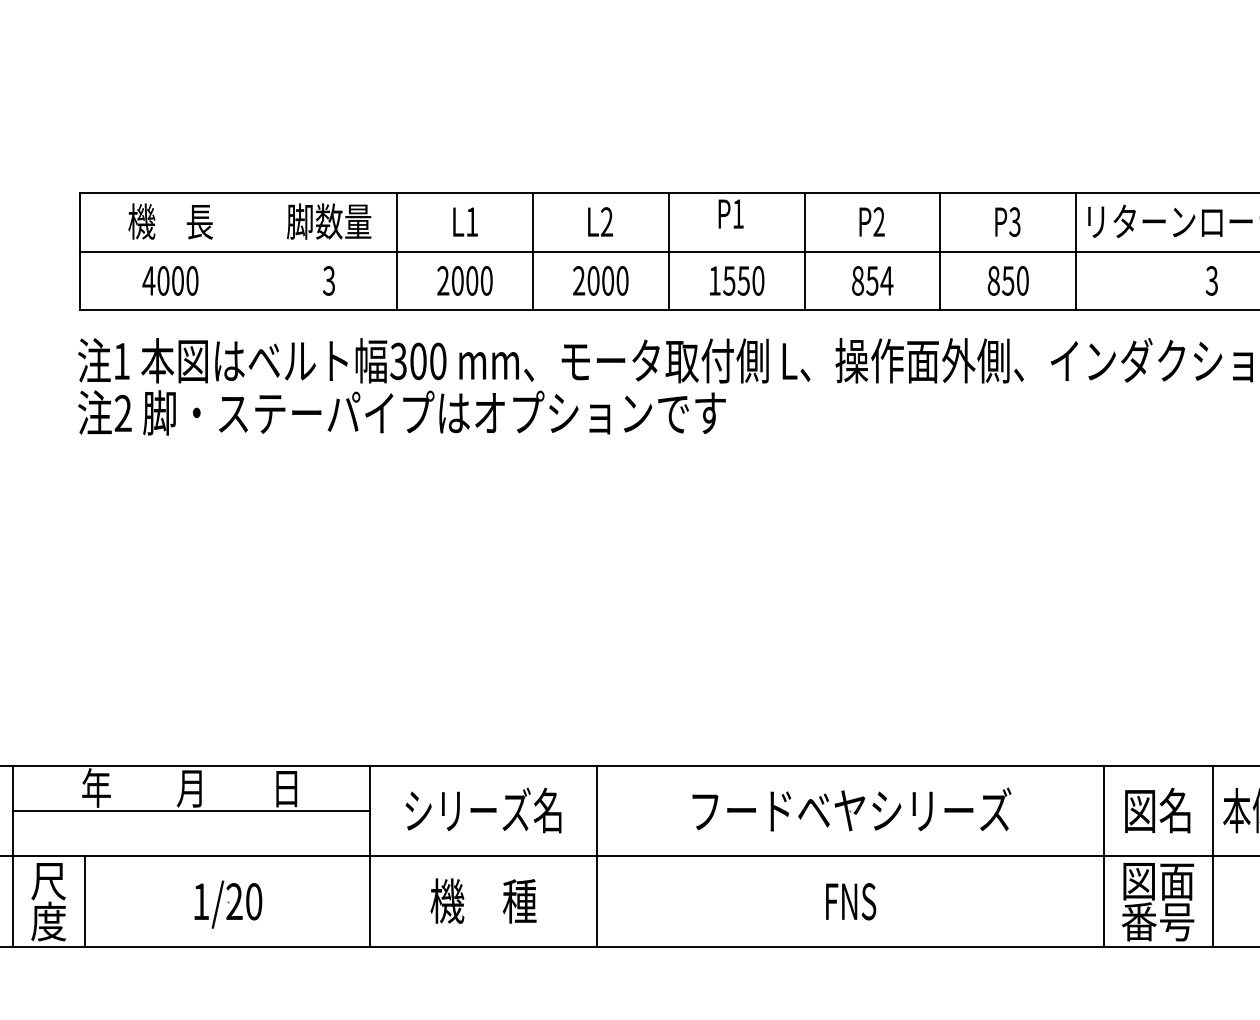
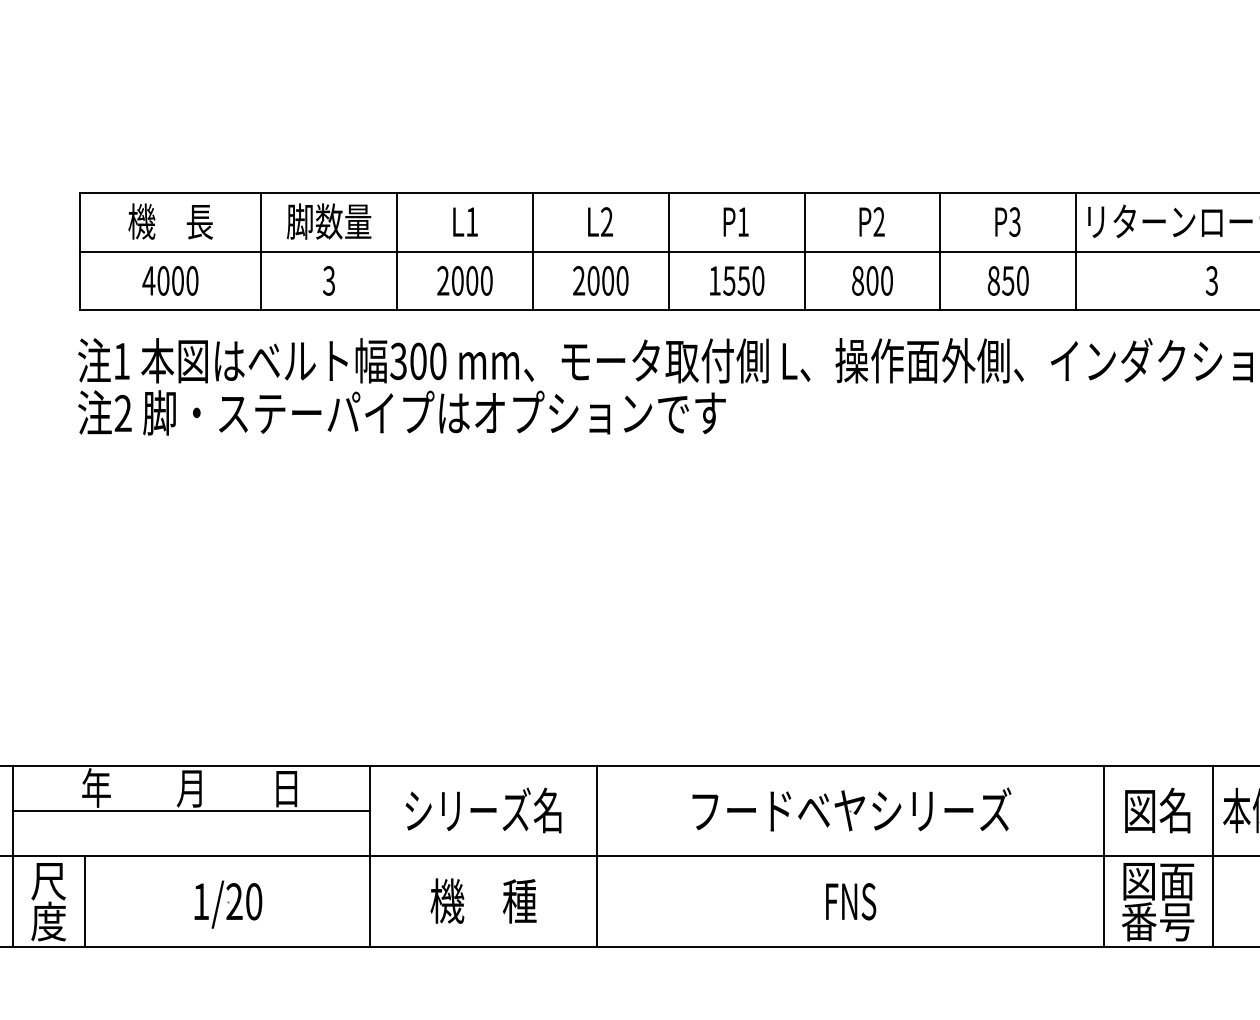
text at (730, 213) position: (730, 213) -> (735, 221)
line at (261, 251): none -> present
text at (879, 280): 854 -> 800
